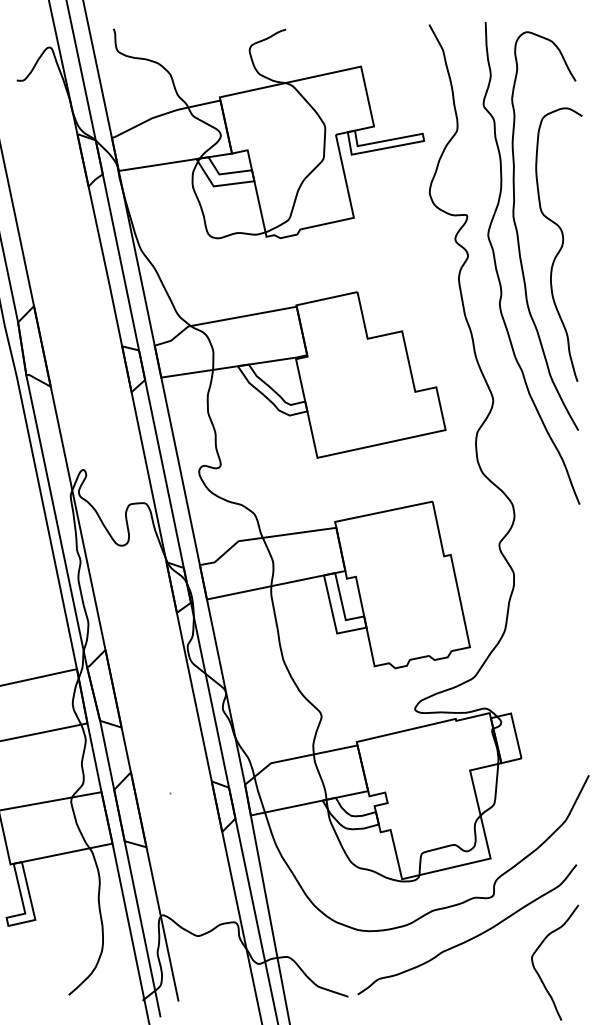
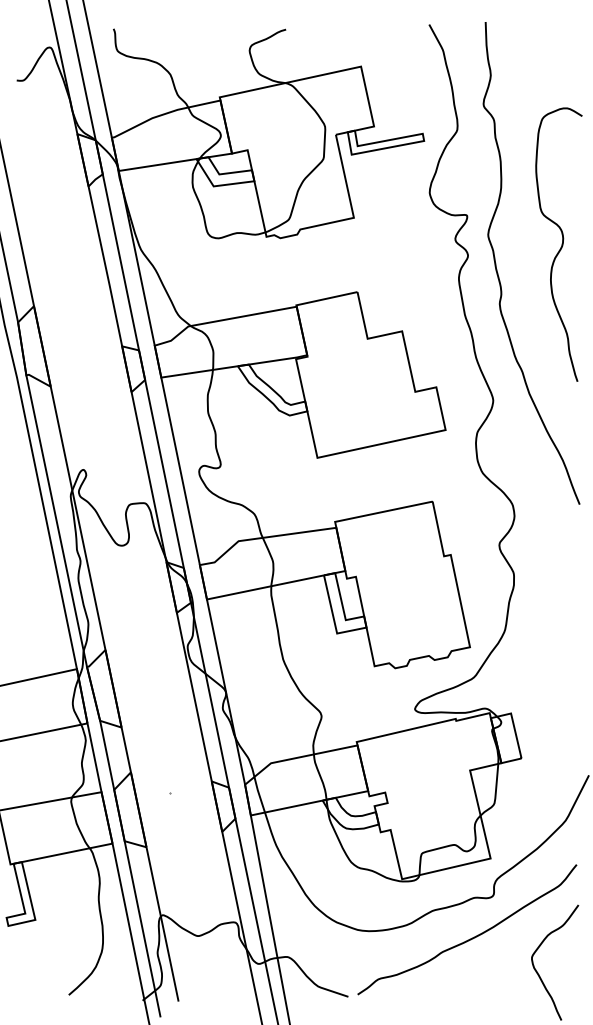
curve at (518, 233): present -> none
